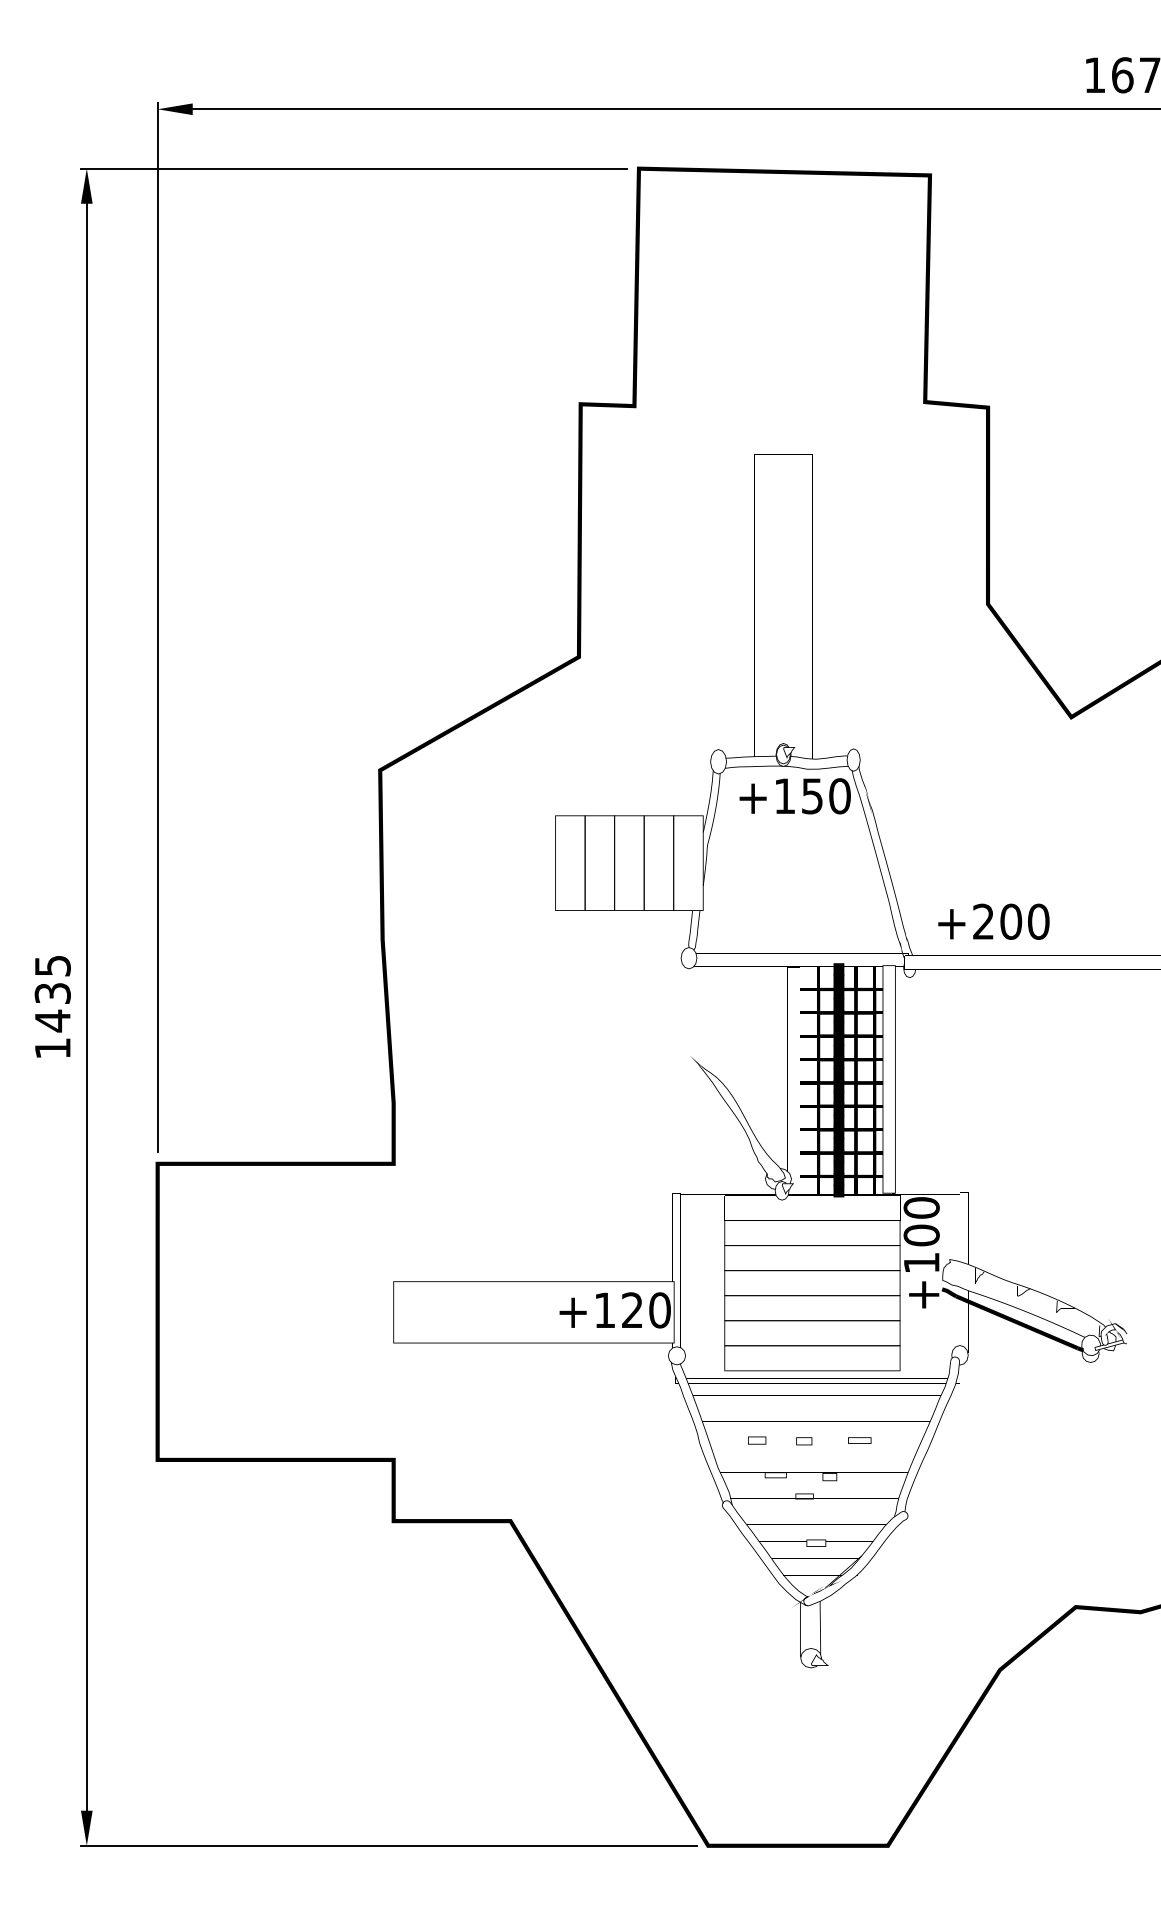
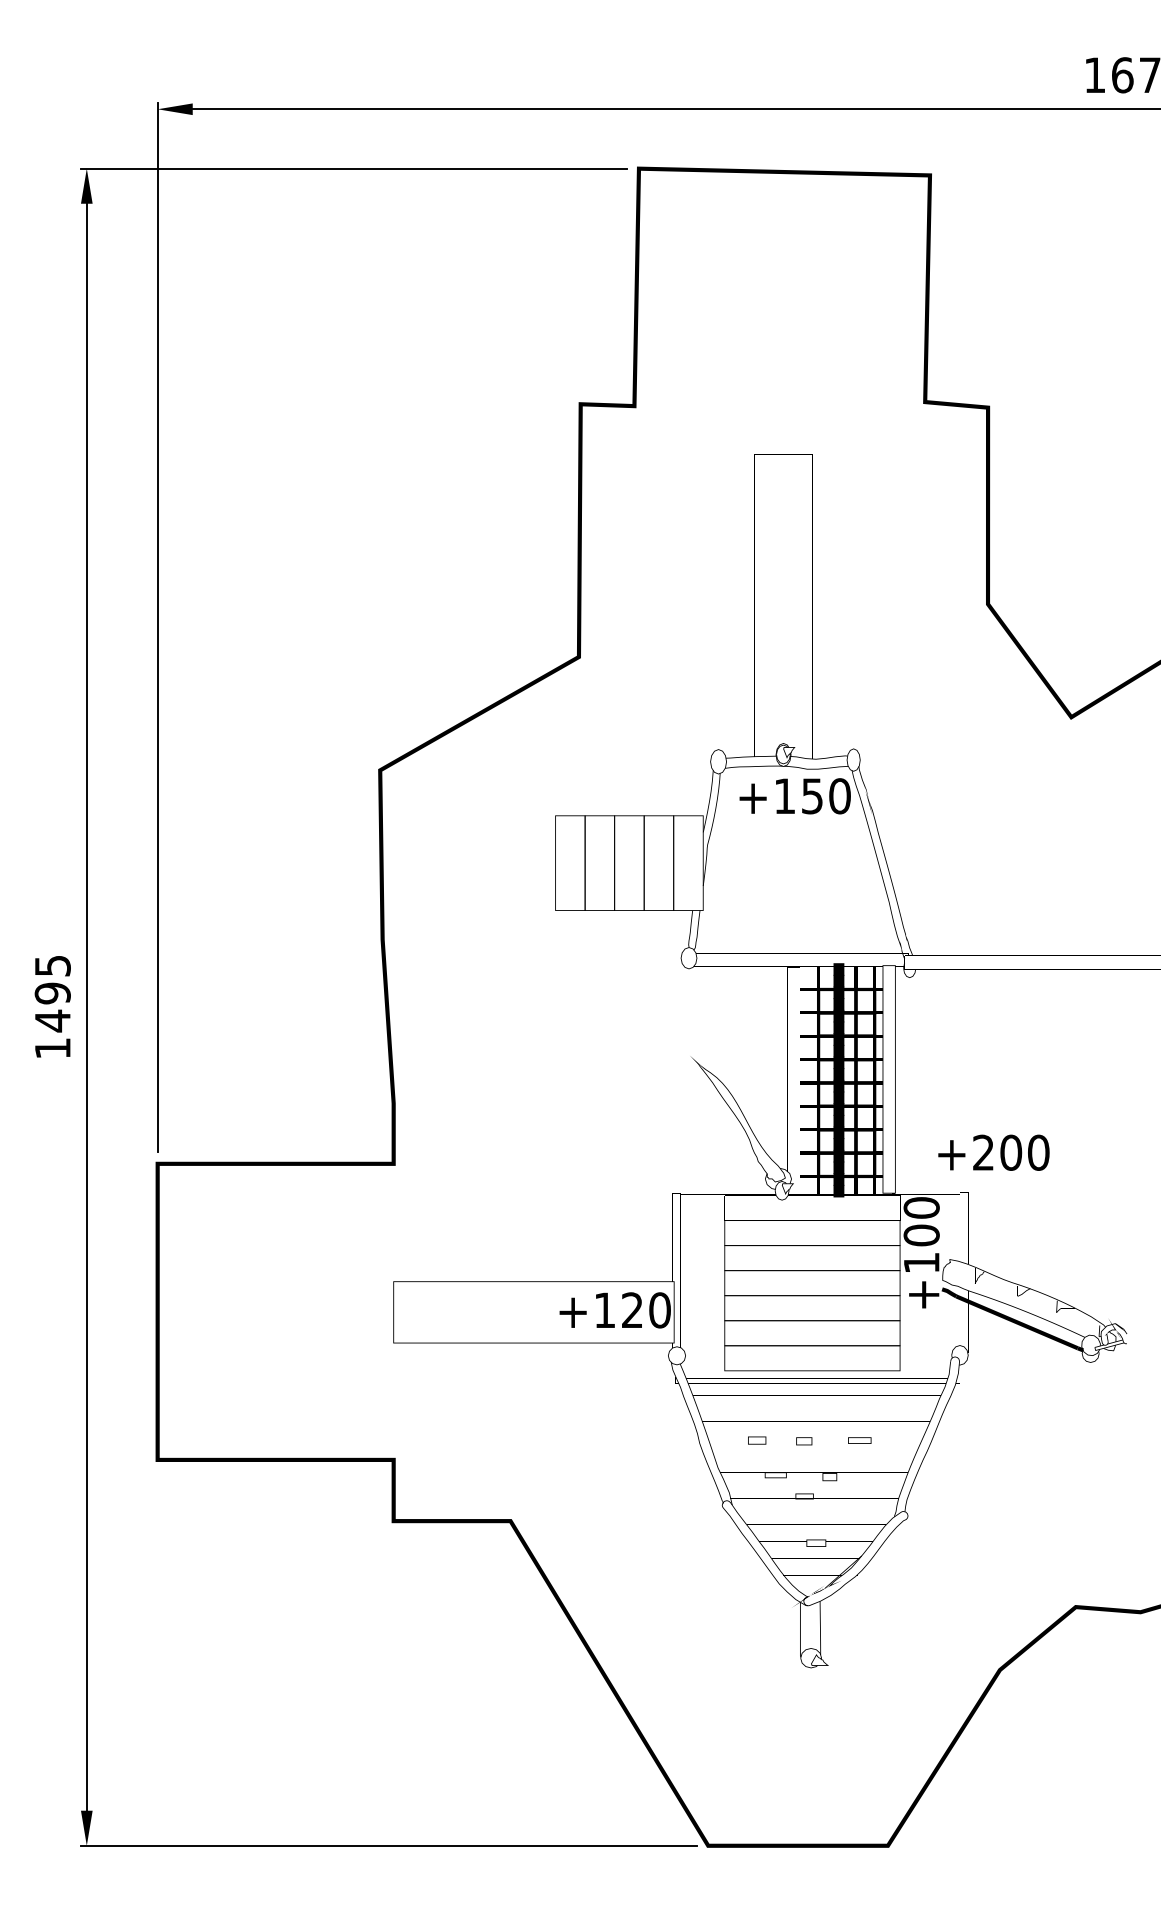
text at (993, 921) position: (993, 921) -> (993, 1152)
text at (52, 993): 1435 -> 1495
